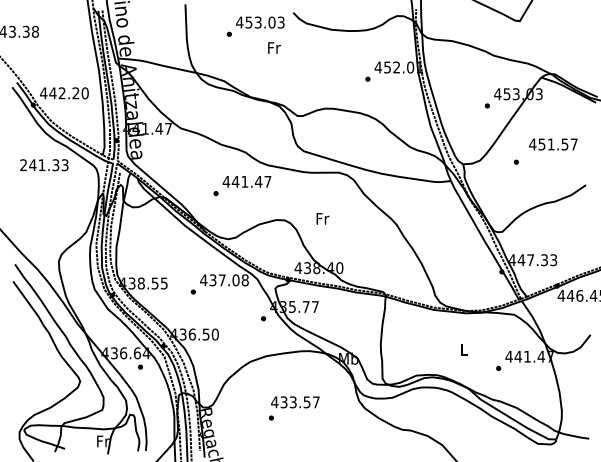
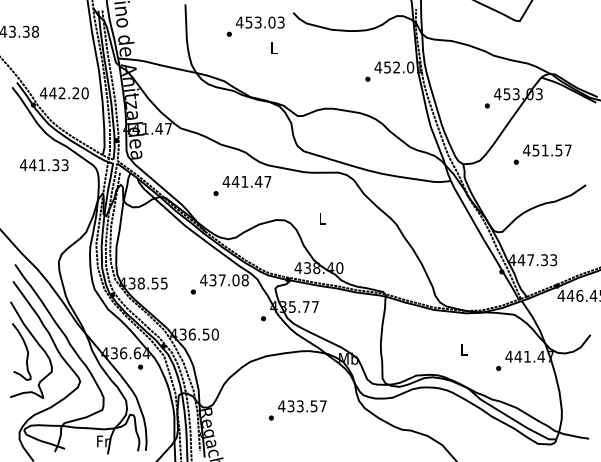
text at (274, 47): Fr -> L
text at (553, 144) position: (553, 144) -> (547, 150)
text at (23, 165): 241.33 -> 441.33
text at (322, 218): Fr -> L
part at (31, 349): none -> present
text at (295, 402) position: (295, 402) -> (302, 406)
